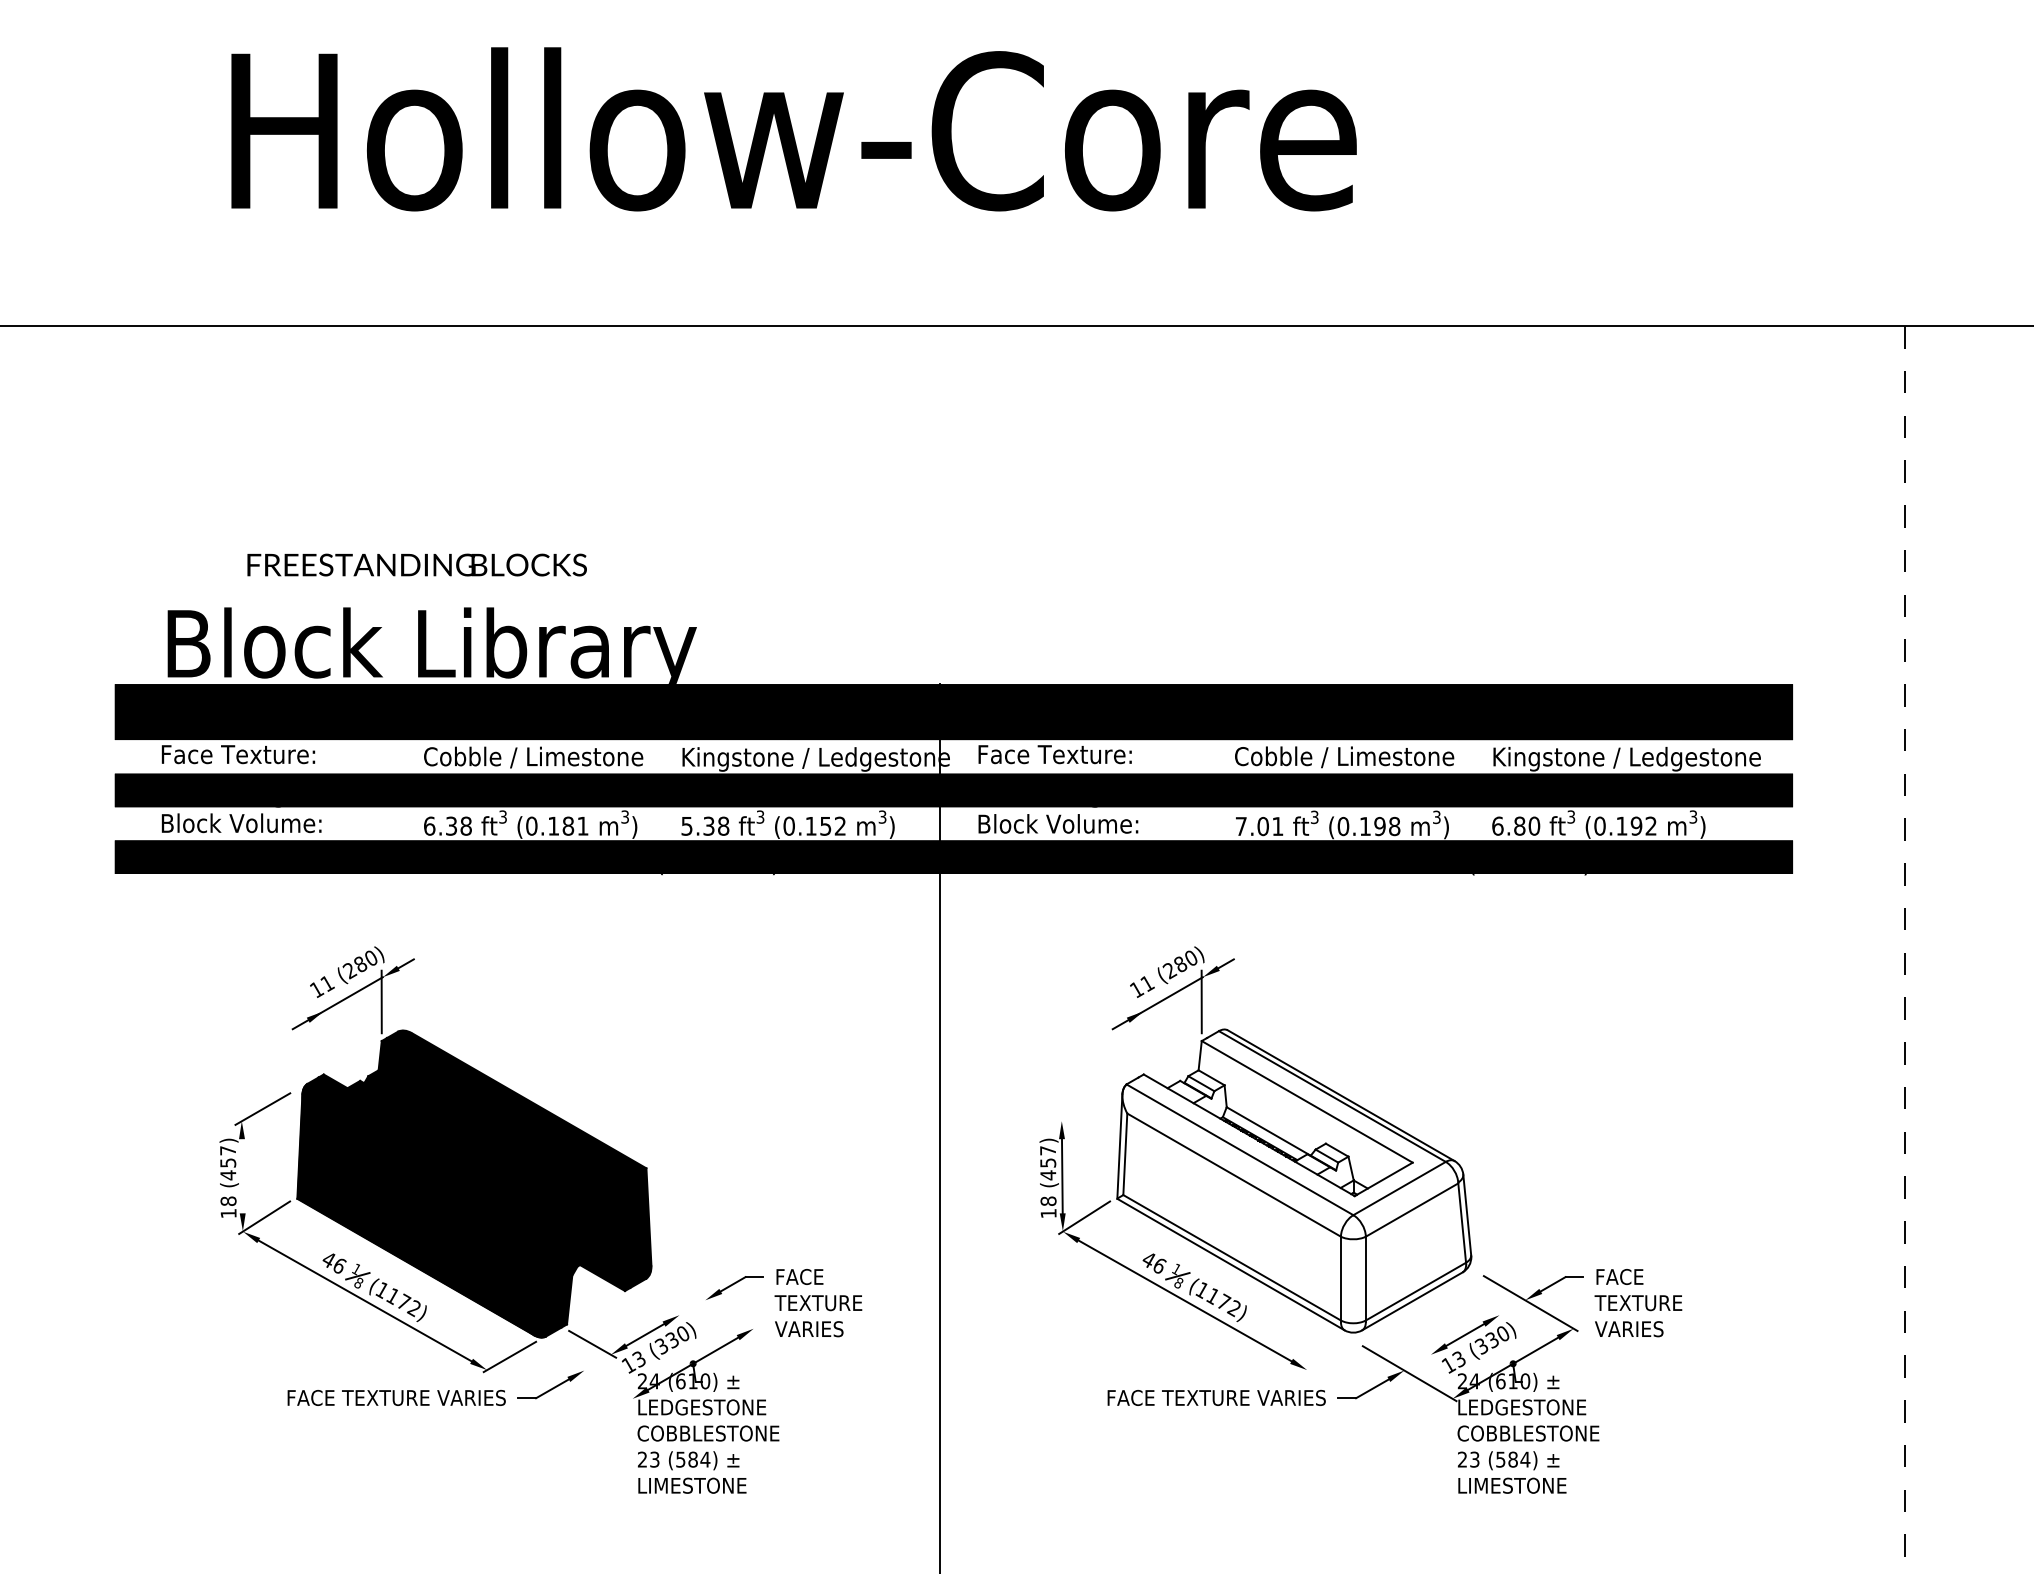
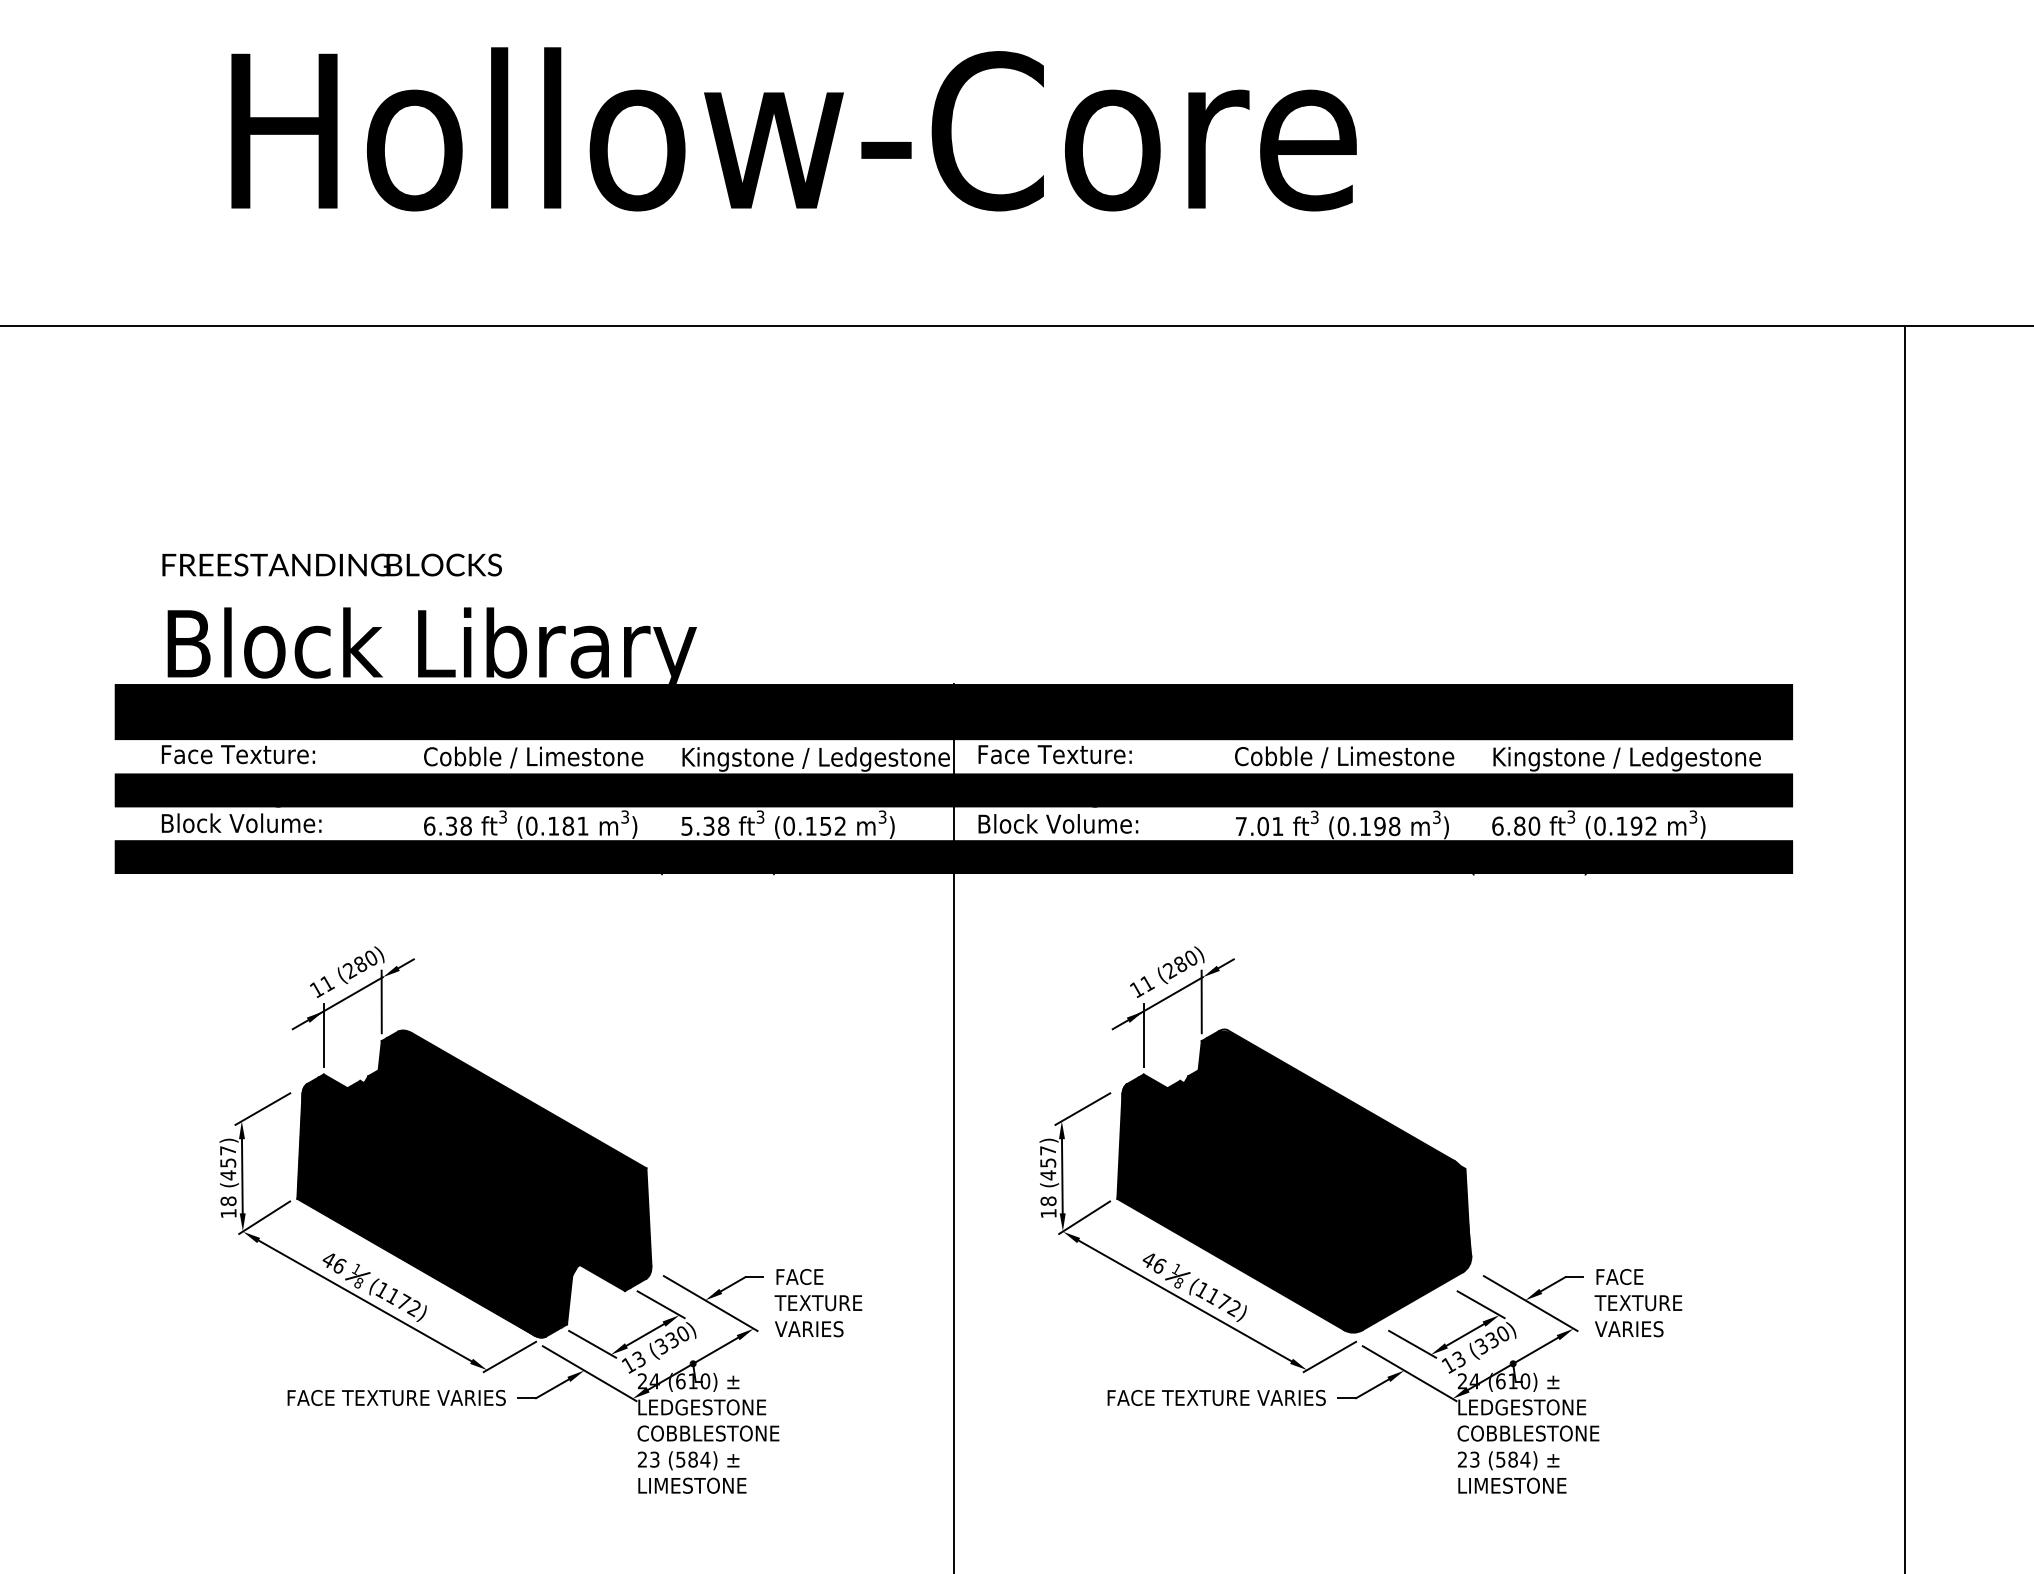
text at (416, 564) position: (416, 564) -> (331, 564)
line at (1904, 949): dashed -> solid
line at (323, 1035): none -> present
line at (1143, 1035): none -> present
line at (1082, 1108): none -> present
line at (939, 1127) position: (939, 1127) -> (953, 1127)
line at (242, 1176): none -> present
fill at (1294, 1181): none -> present
line at (710, 1303): none -> present
line at (660, 1304): none -> present
line at (1480, 1304): none -> present
line at (1412, 1343): none -> present
line at (1329, 1356): none -> present
line at (589, 1373): none -> present
